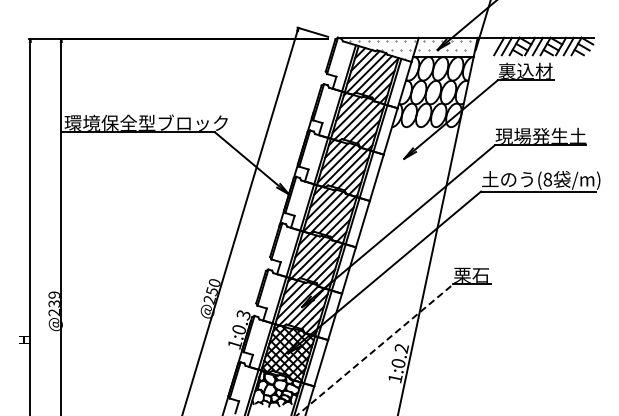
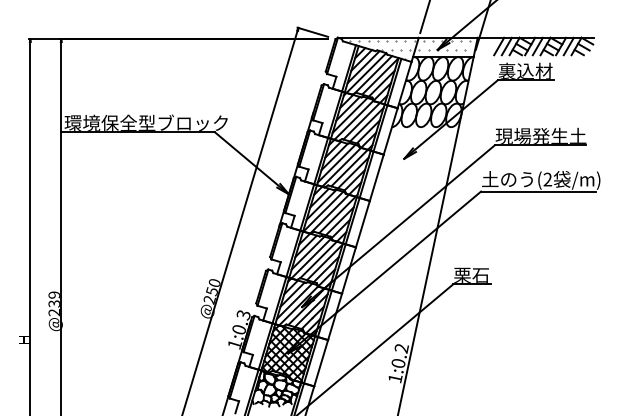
line at (424, 17): none -> present
text at (547, 179): (8 -> (2
line at (375, 349): dashed -> solid
